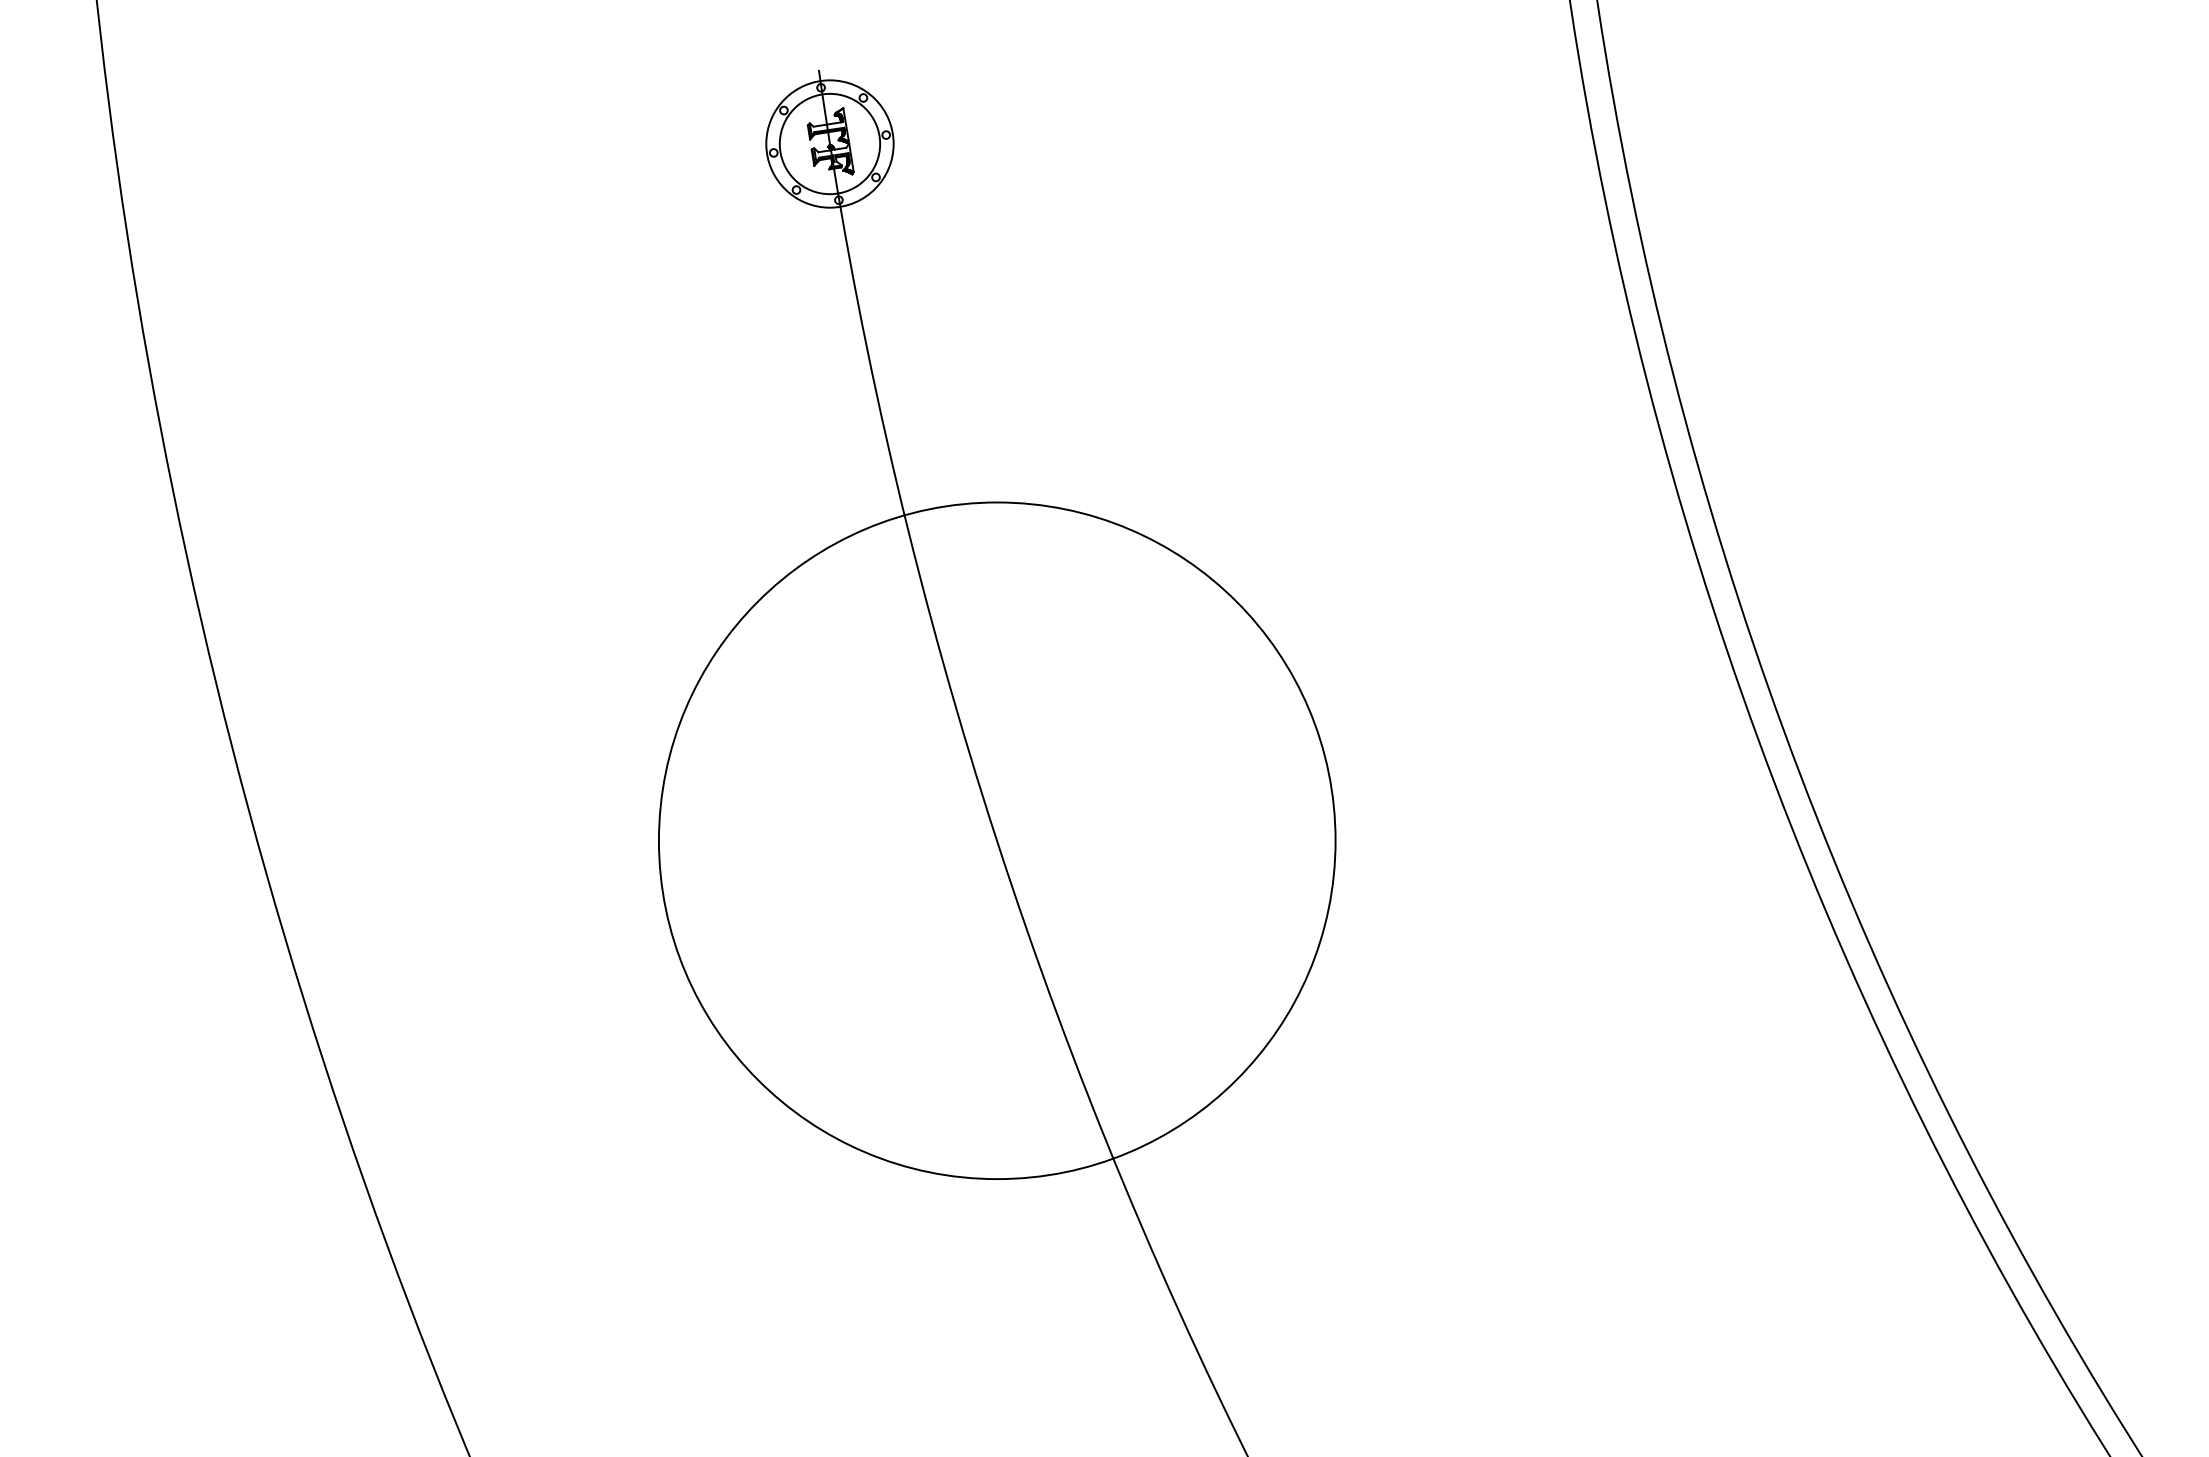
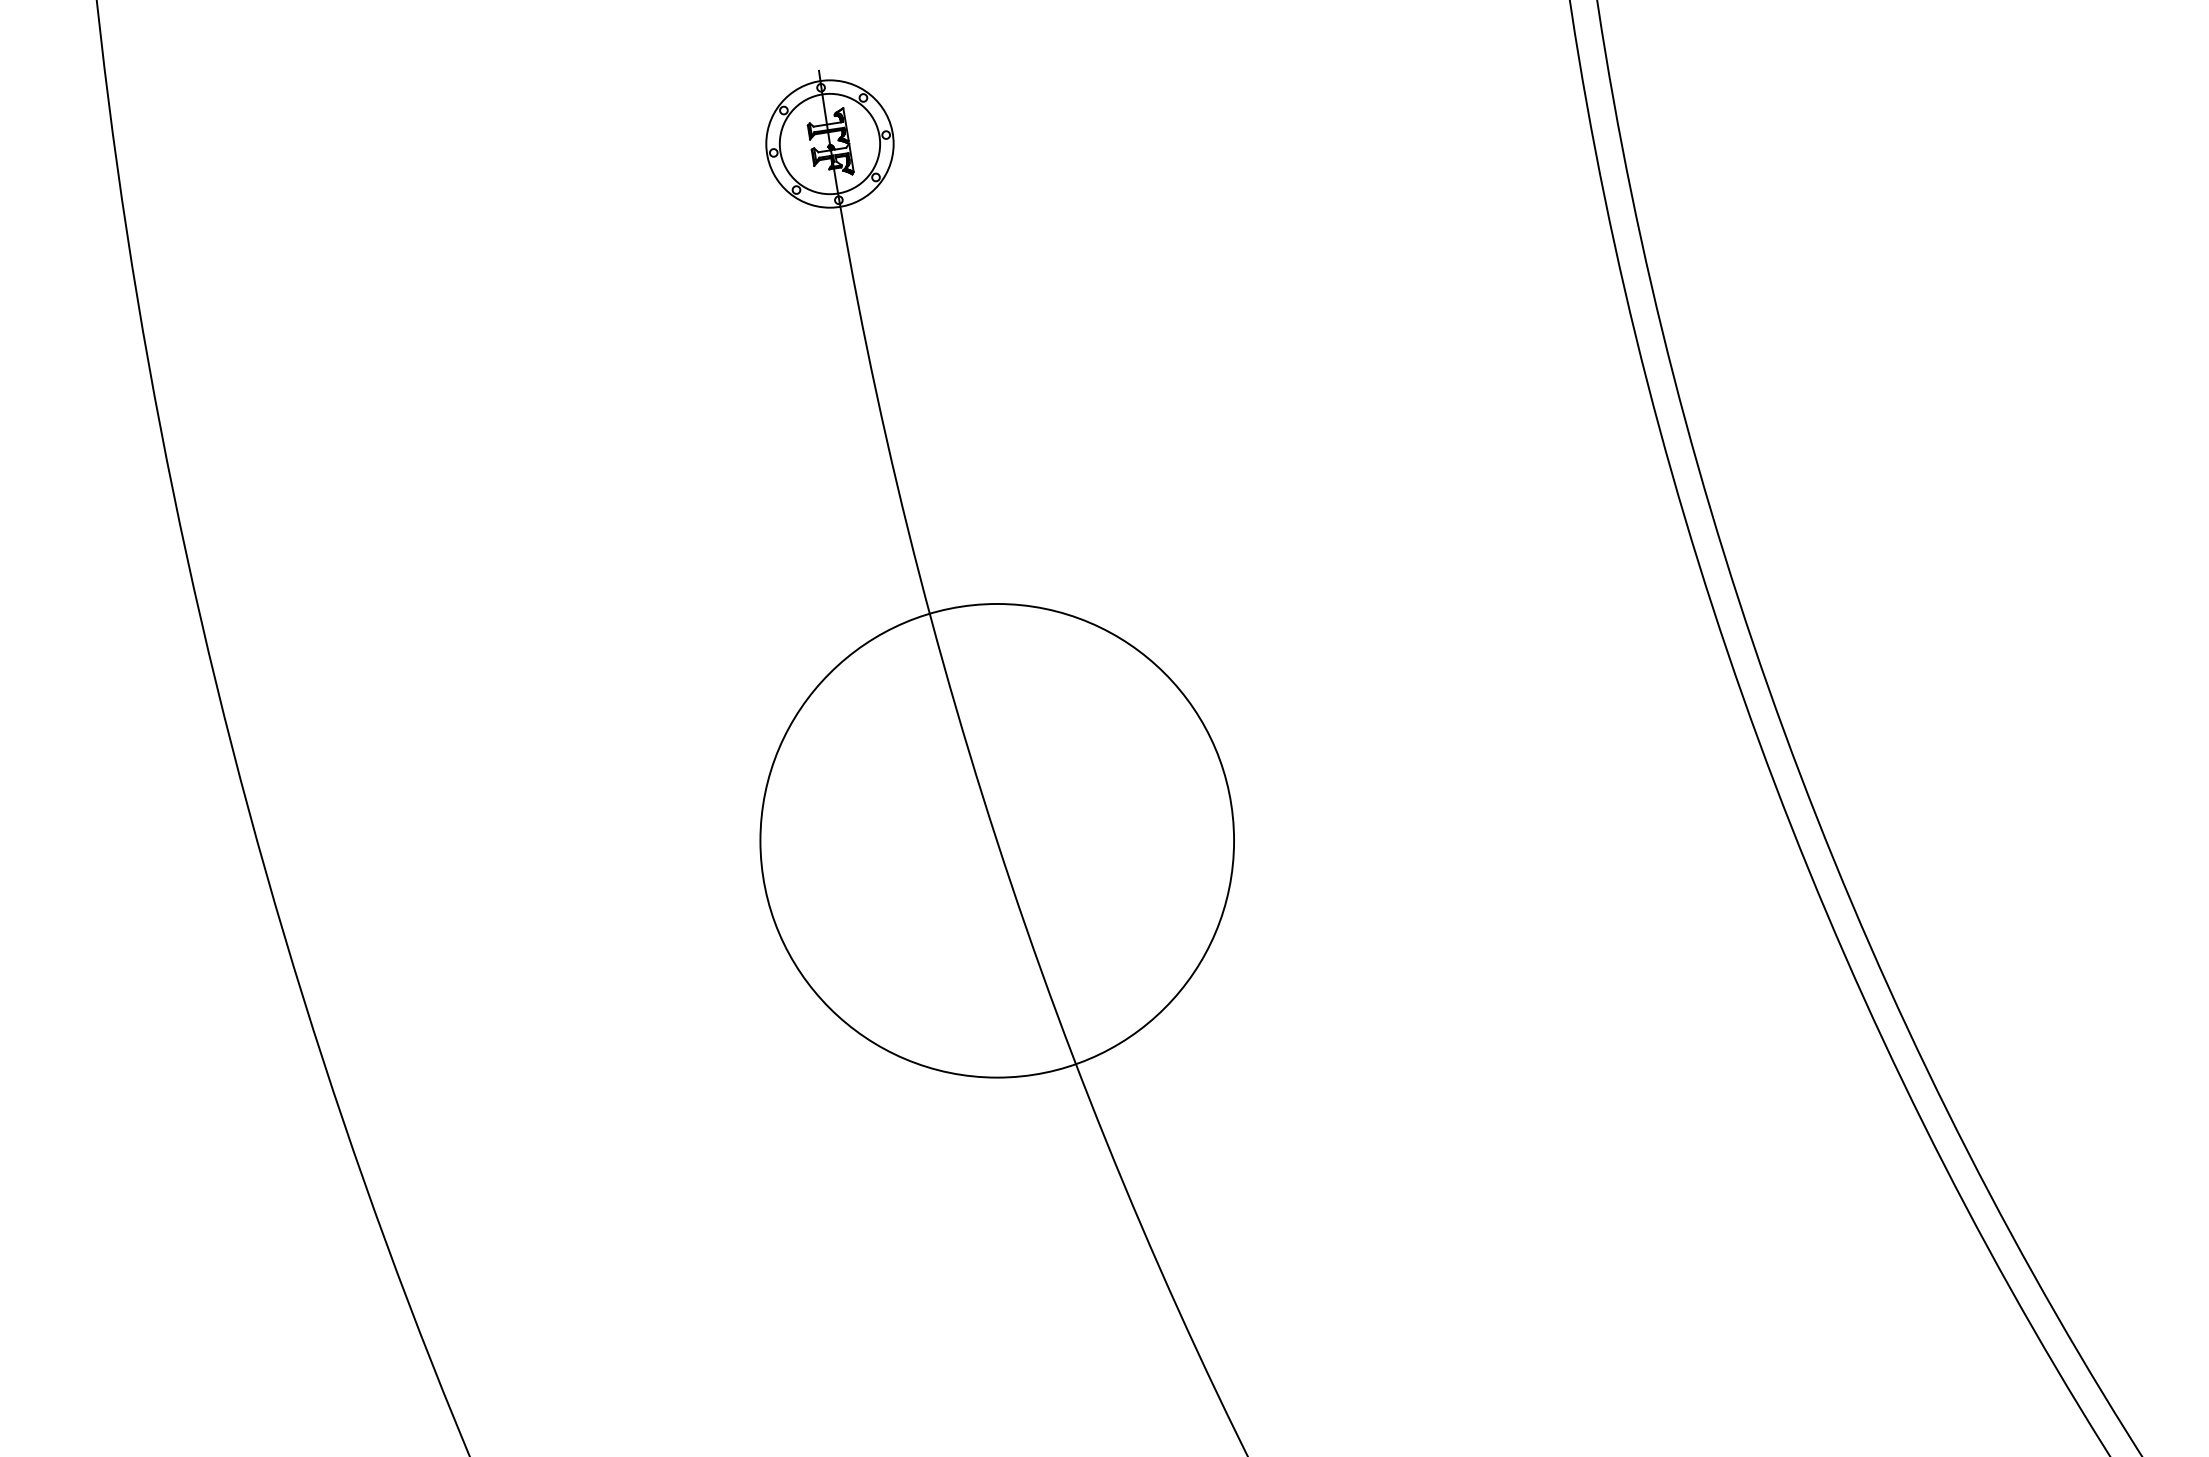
circle at (996, 840) diameter: 677 px -> 474 px
